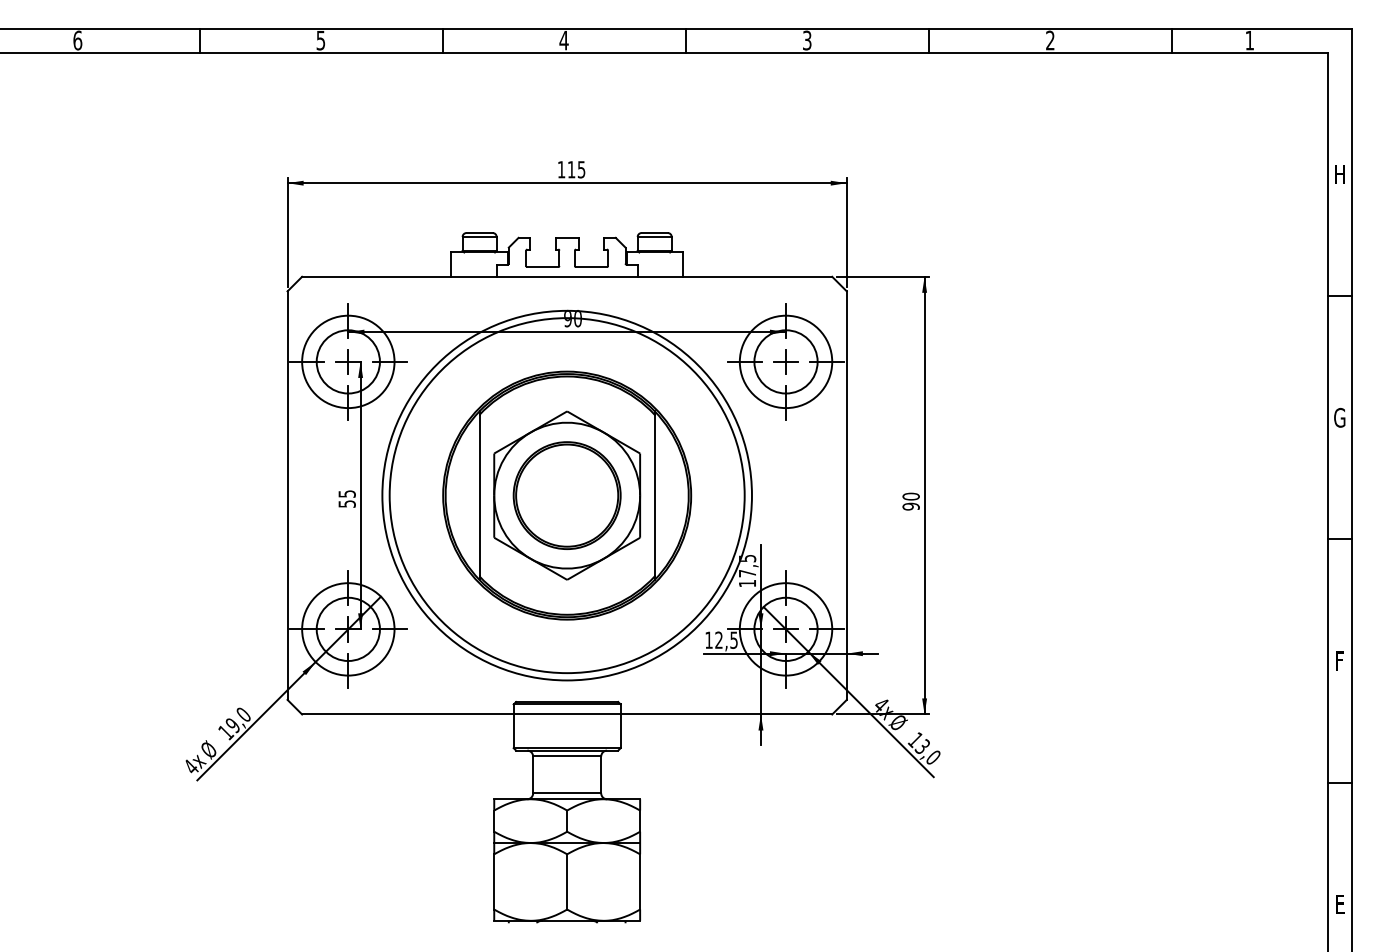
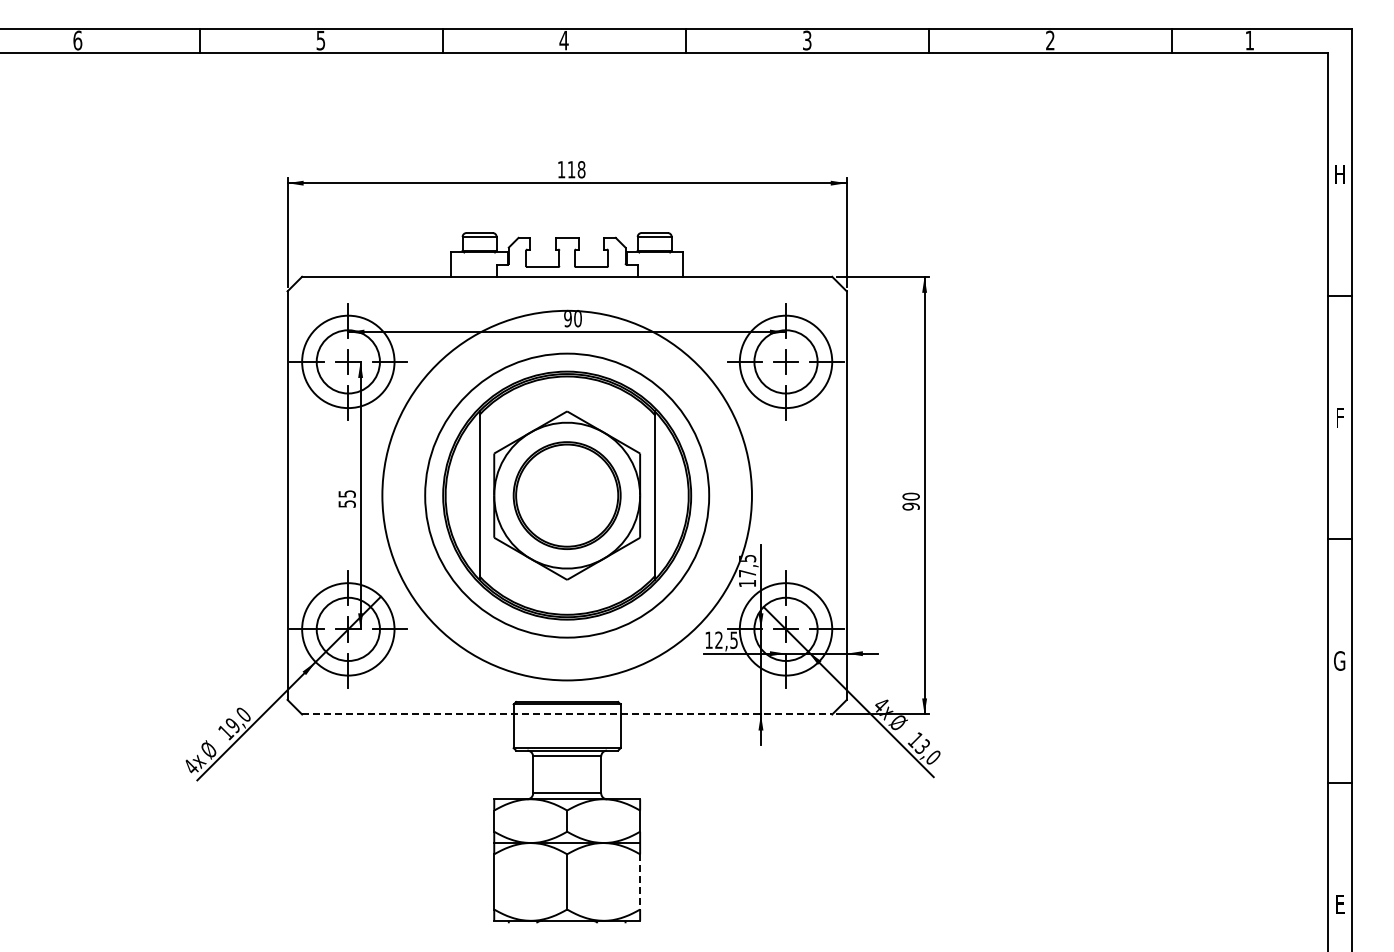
text at (581, 169): 115 -> 118
text at (1339, 417): G -> F
circle at (566, 495) diameter: 355 px -> 284 px
text at (1339, 660): F -> G
line at (567, 714): solid -> dashed
line at (640, 881): solid -> dashed
